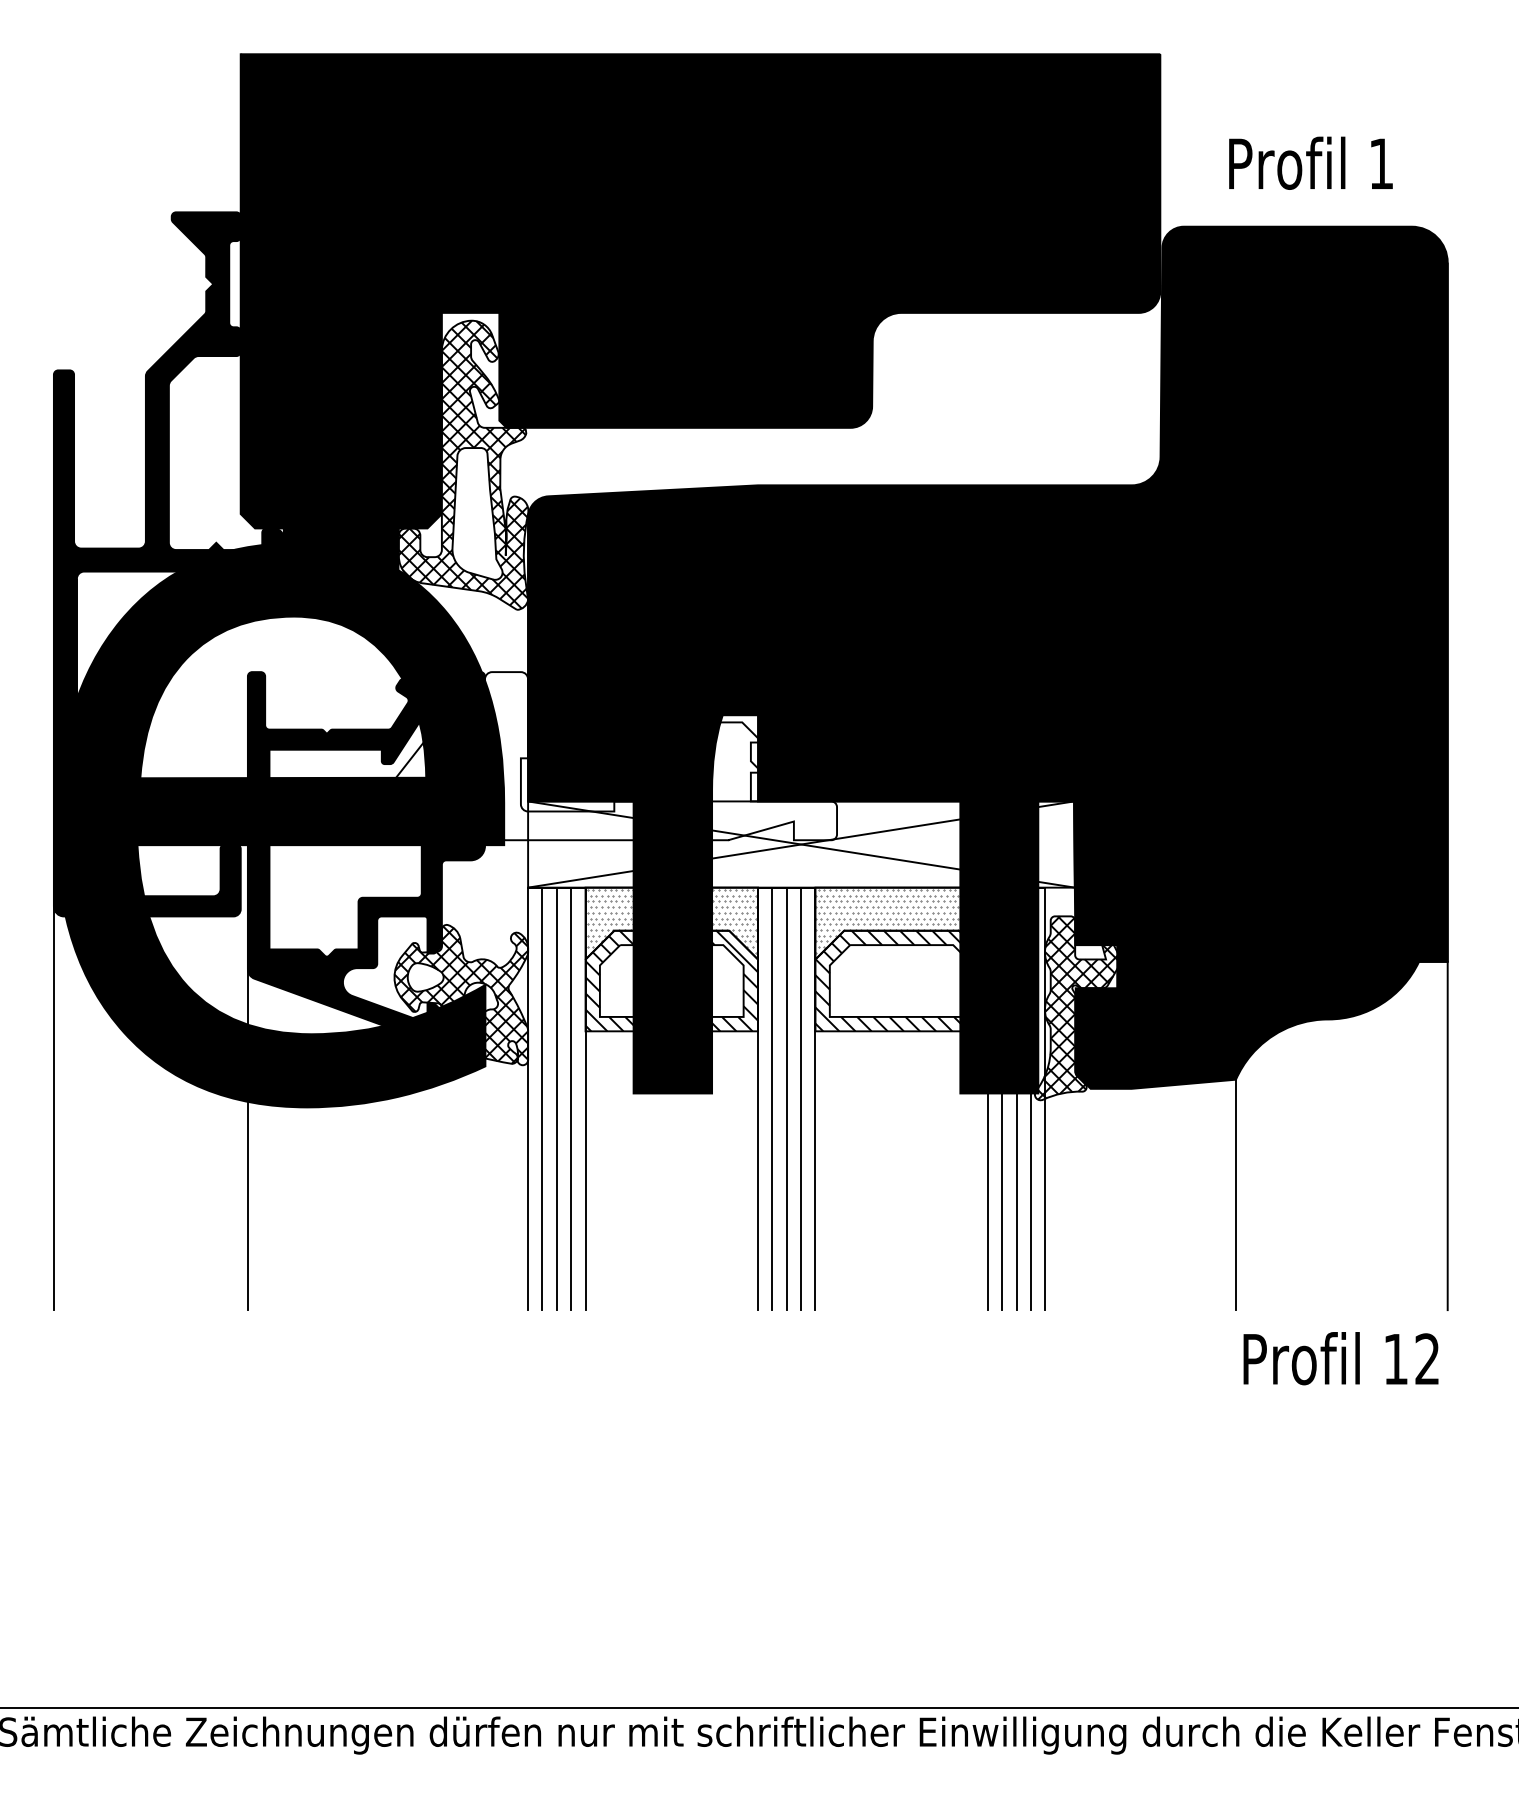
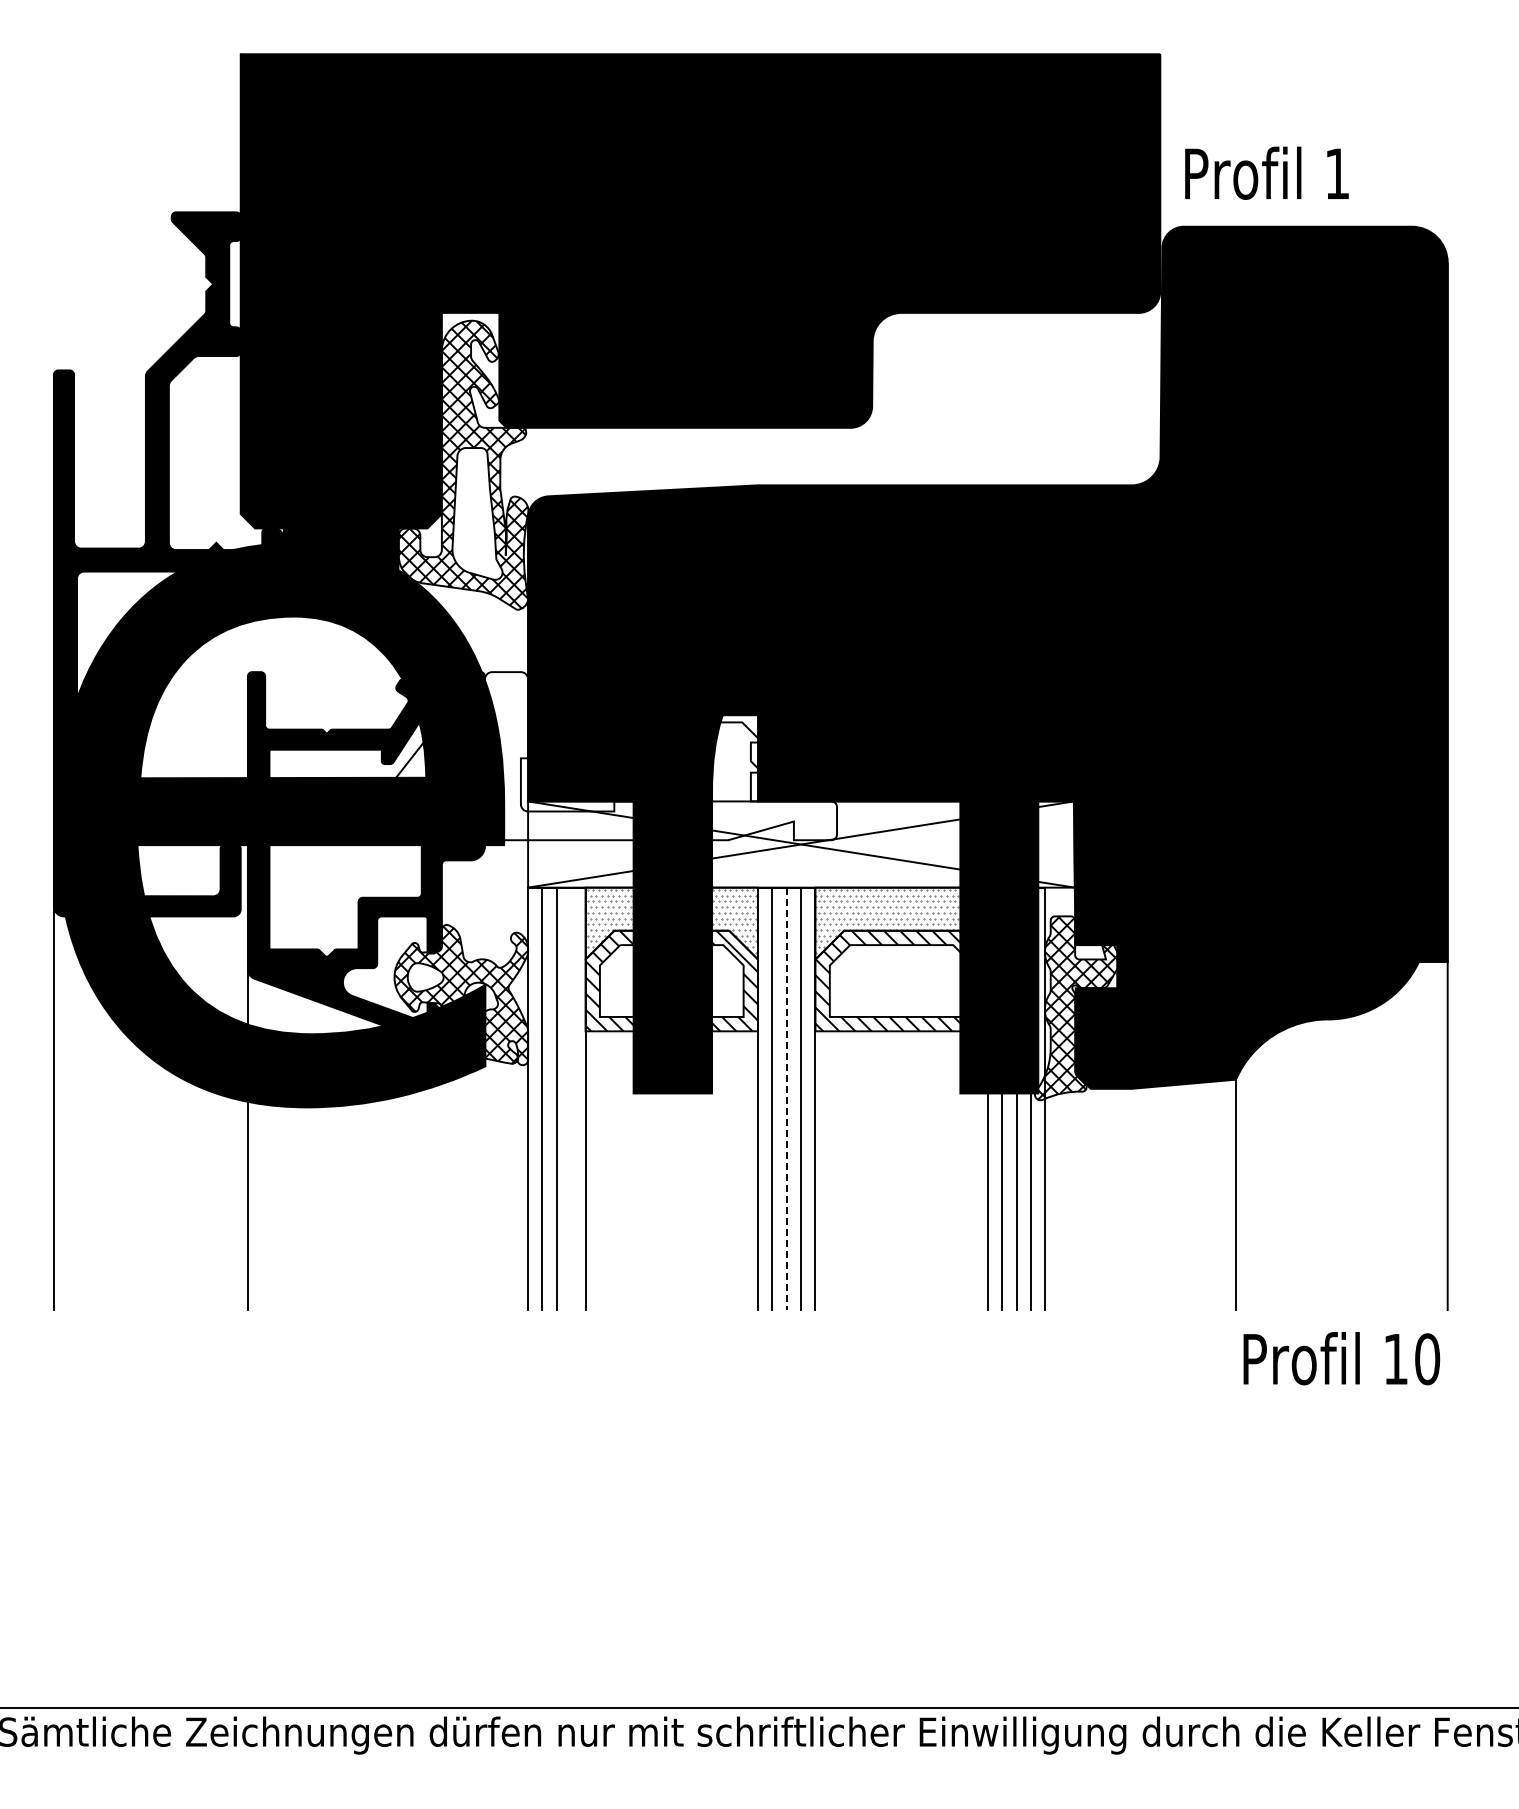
text at (1310, 162) position: (1310, 162) -> (1266, 172)
line at (571, 1098): present -> none
line at (786, 1099): solid -> dashed
text at (1427, 1359): 12 -> 10
